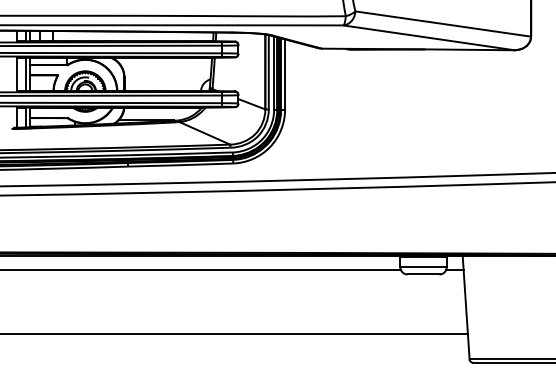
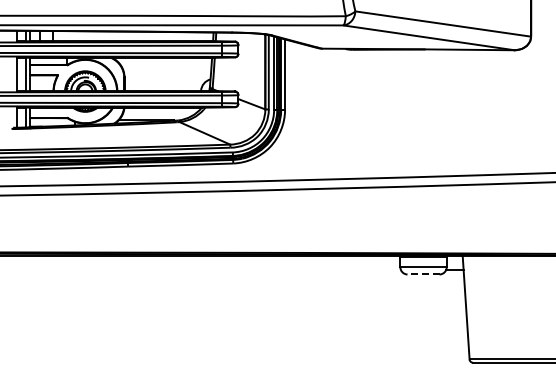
line at (201, 270): present -> none
line at (423, 274): solid -> dashed
line at (234, 334): present -> none
